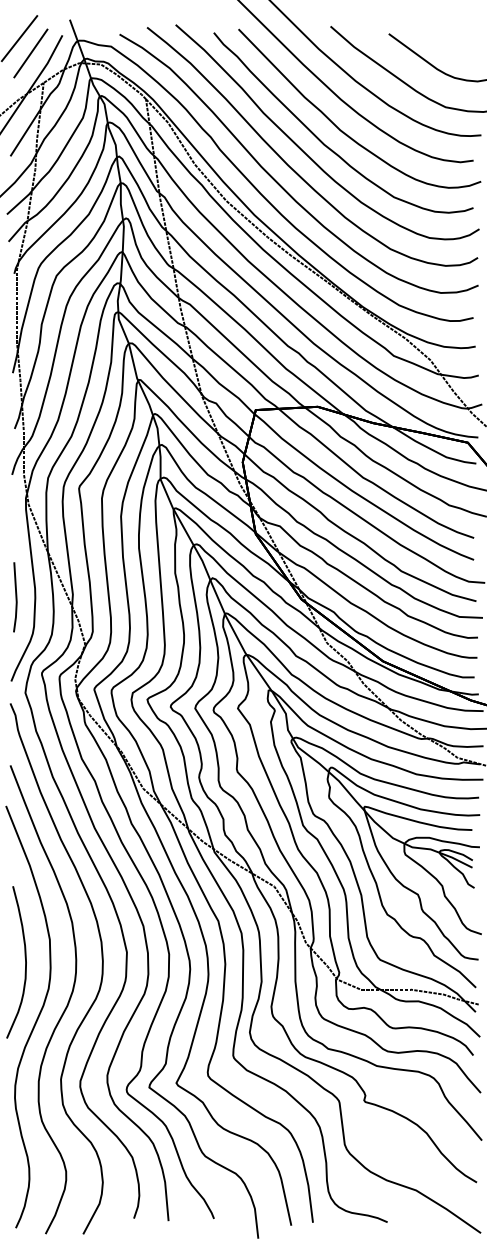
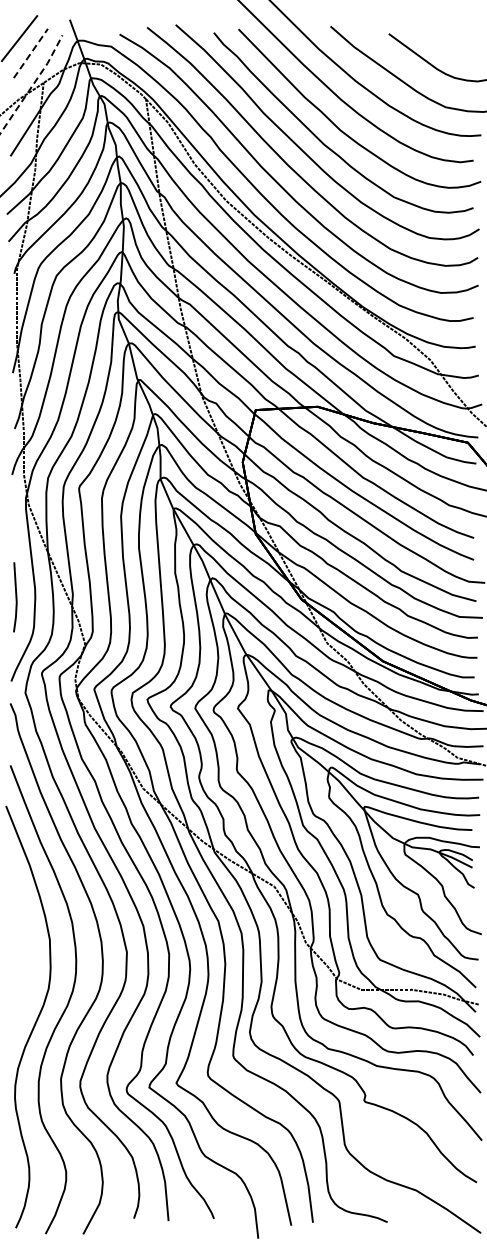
line at (30, 53): solid -> dashed
line at (33, 84): solid -> dashed
curve at (25, 962): present -> none
